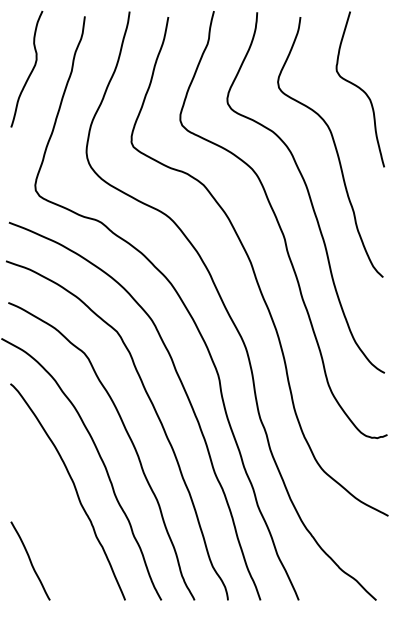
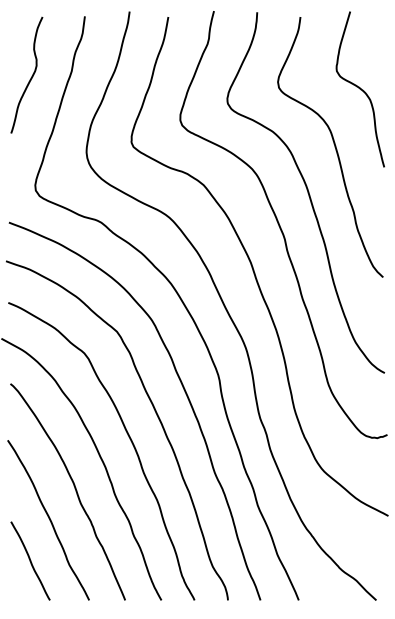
curve at (30, 71) position: (30, 71) -> (30, 77)
curve at (49, 520): none -> present
